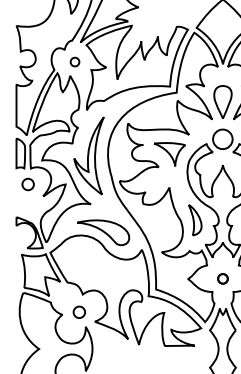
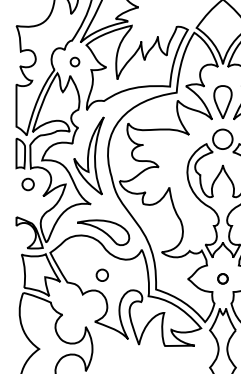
part at (169, 154): present -> none
part at (195, 220): present -> none
part at (78, 311) position: (78, 311) -> (101, 274)
